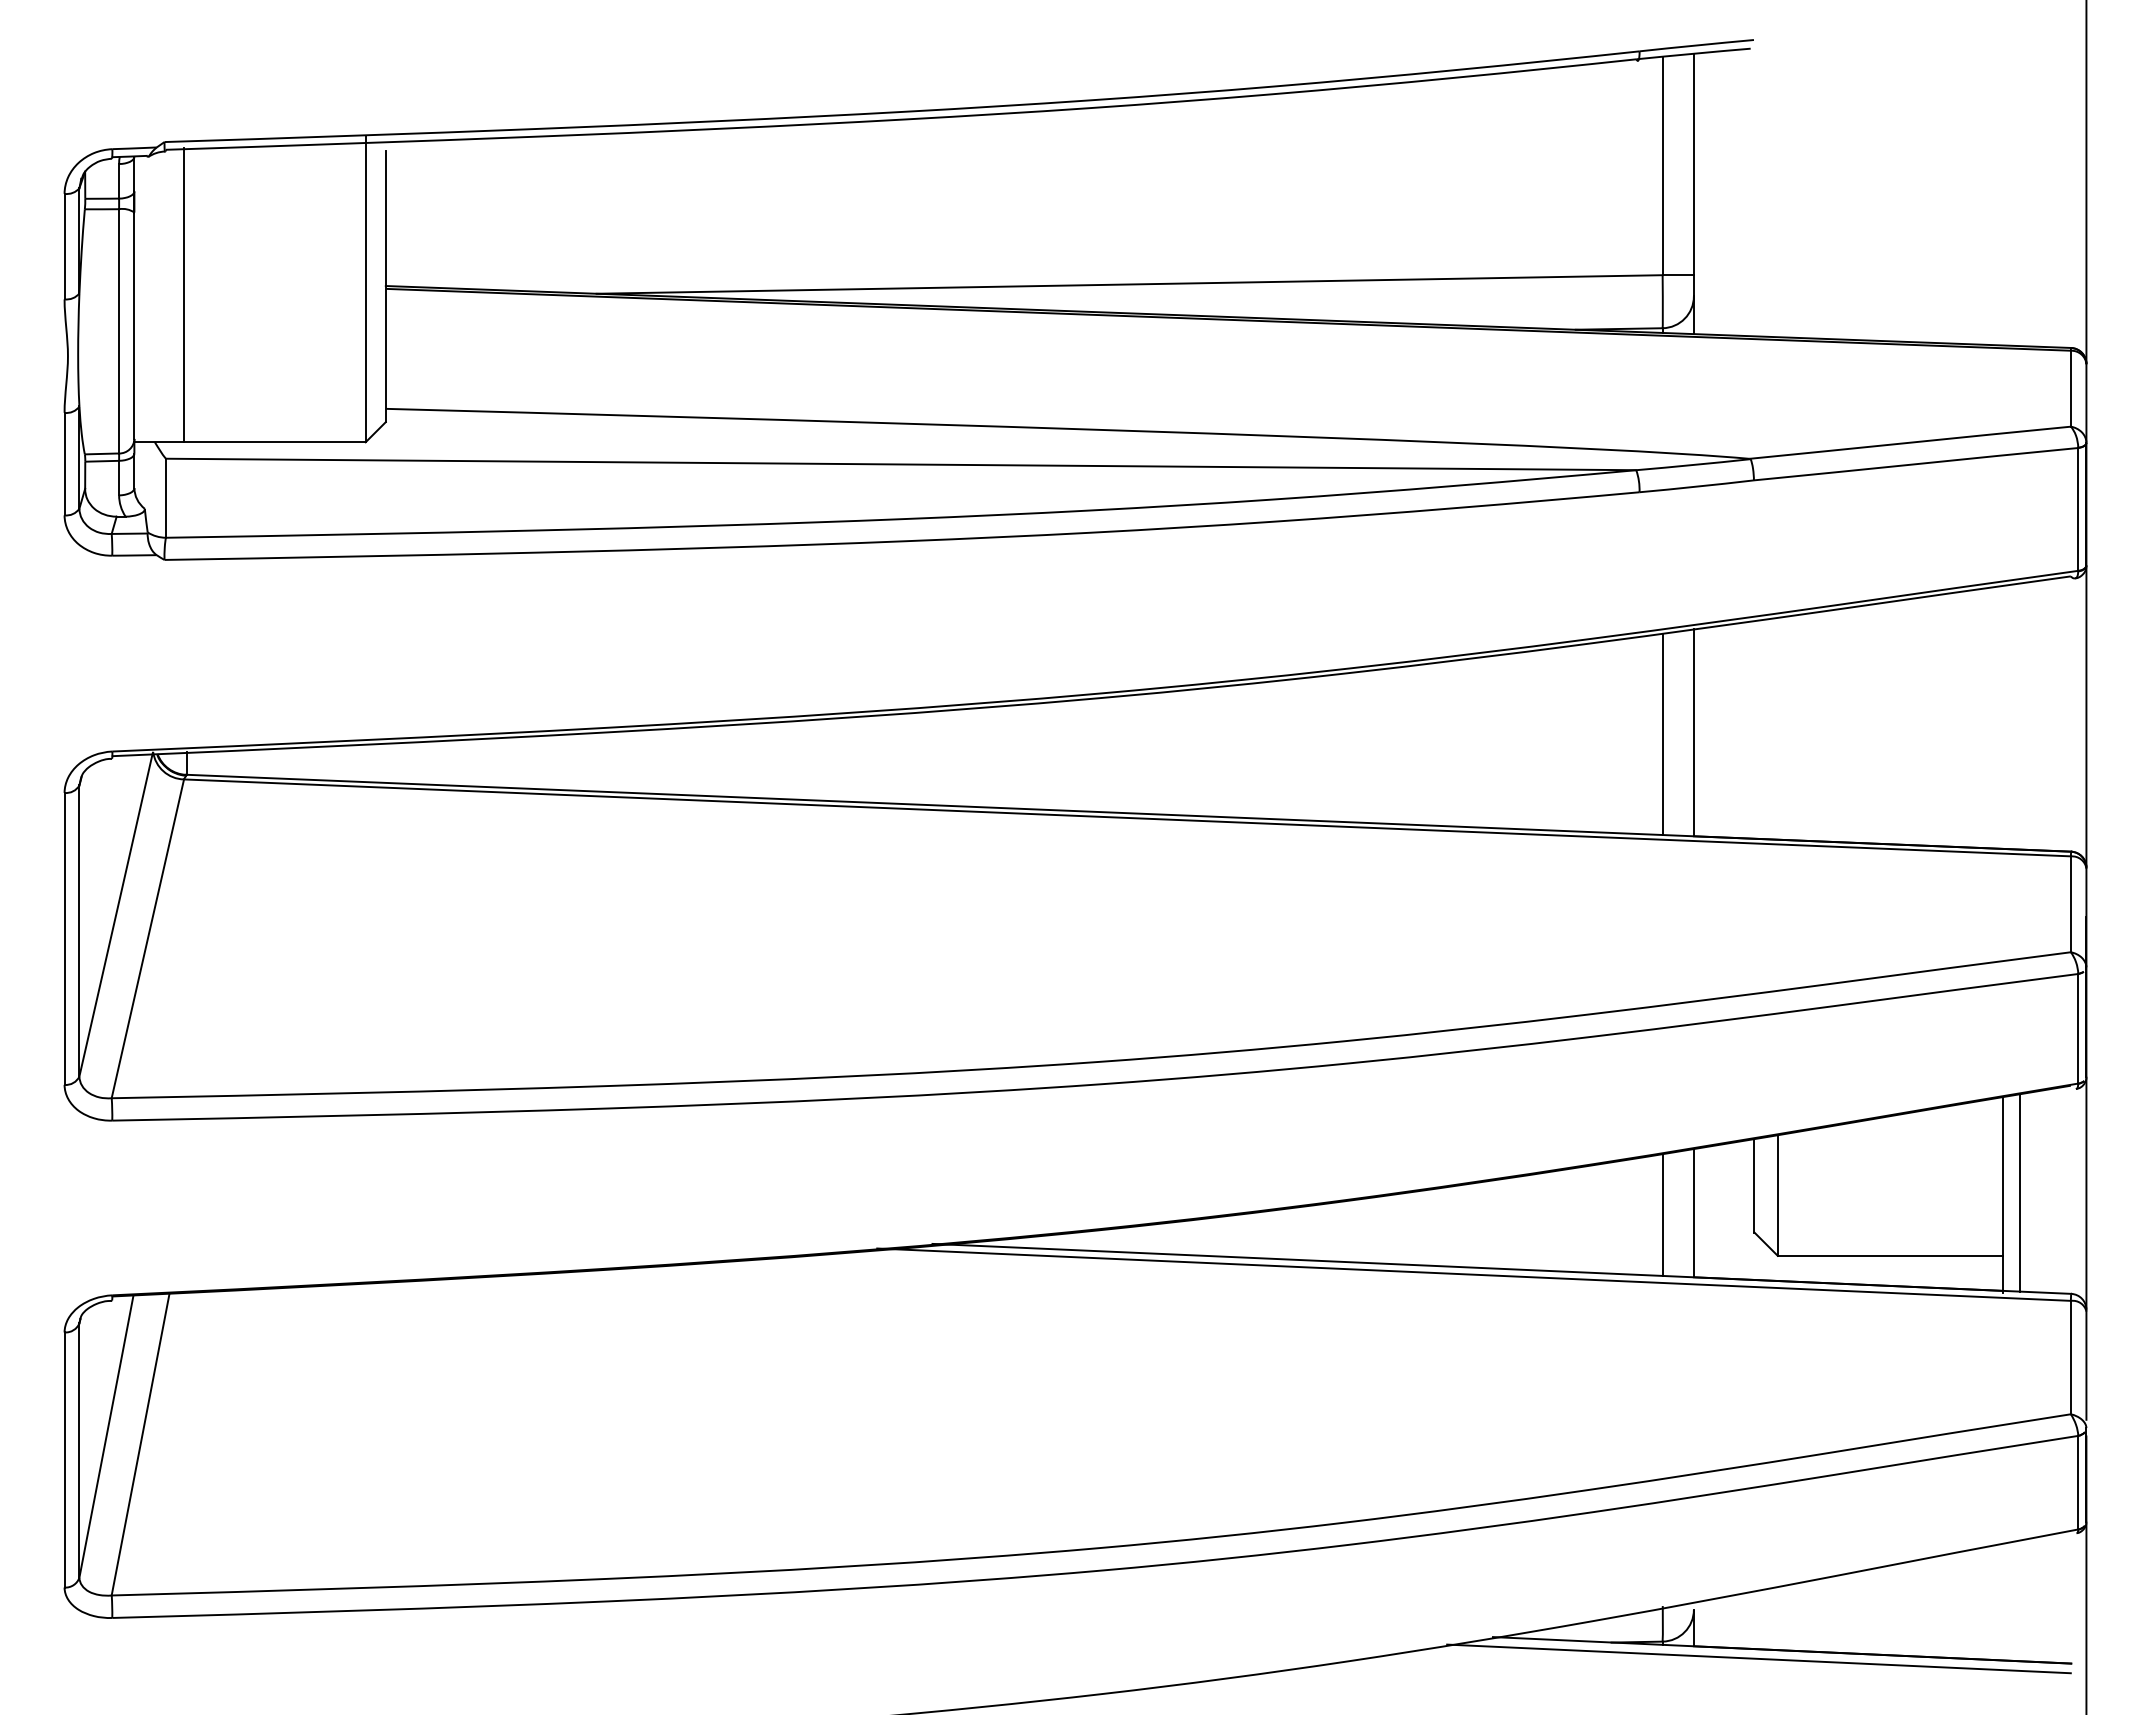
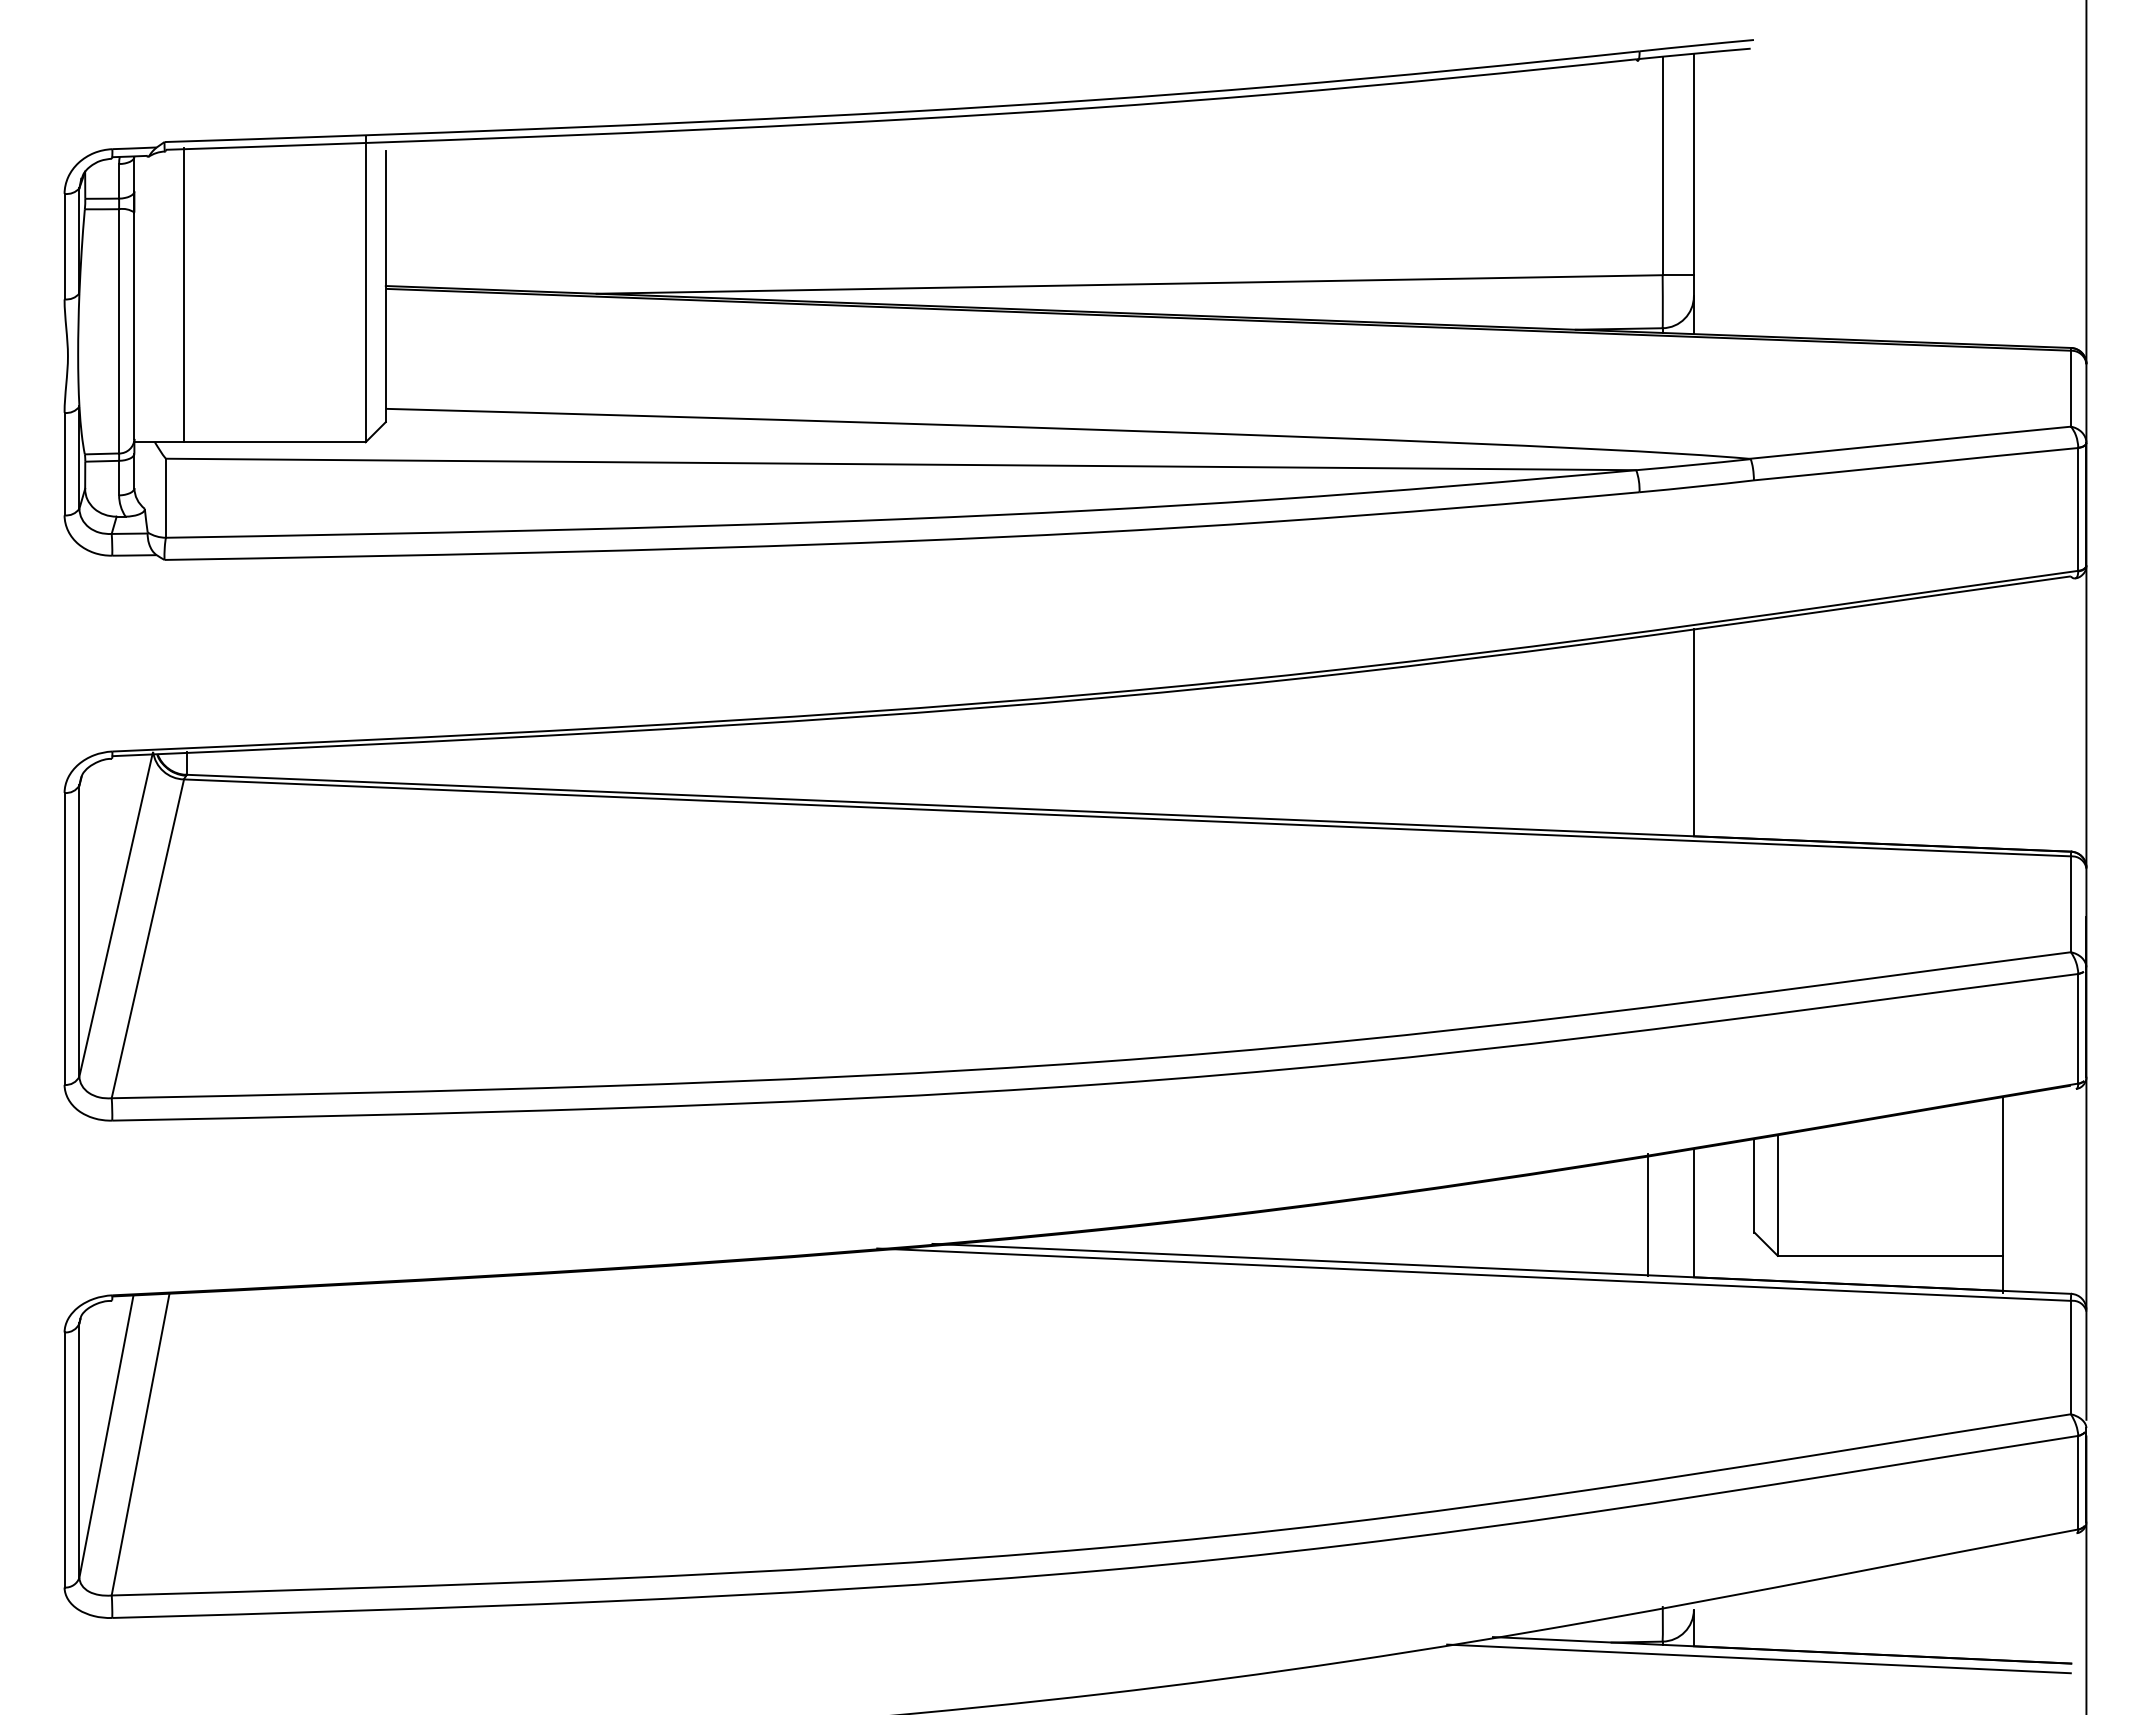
line at (1662, 734): present -> none
line at (2019, 1192): present -> none
line at (1662, 1214) position: (1662, 1214) -> (1647, 1214)
